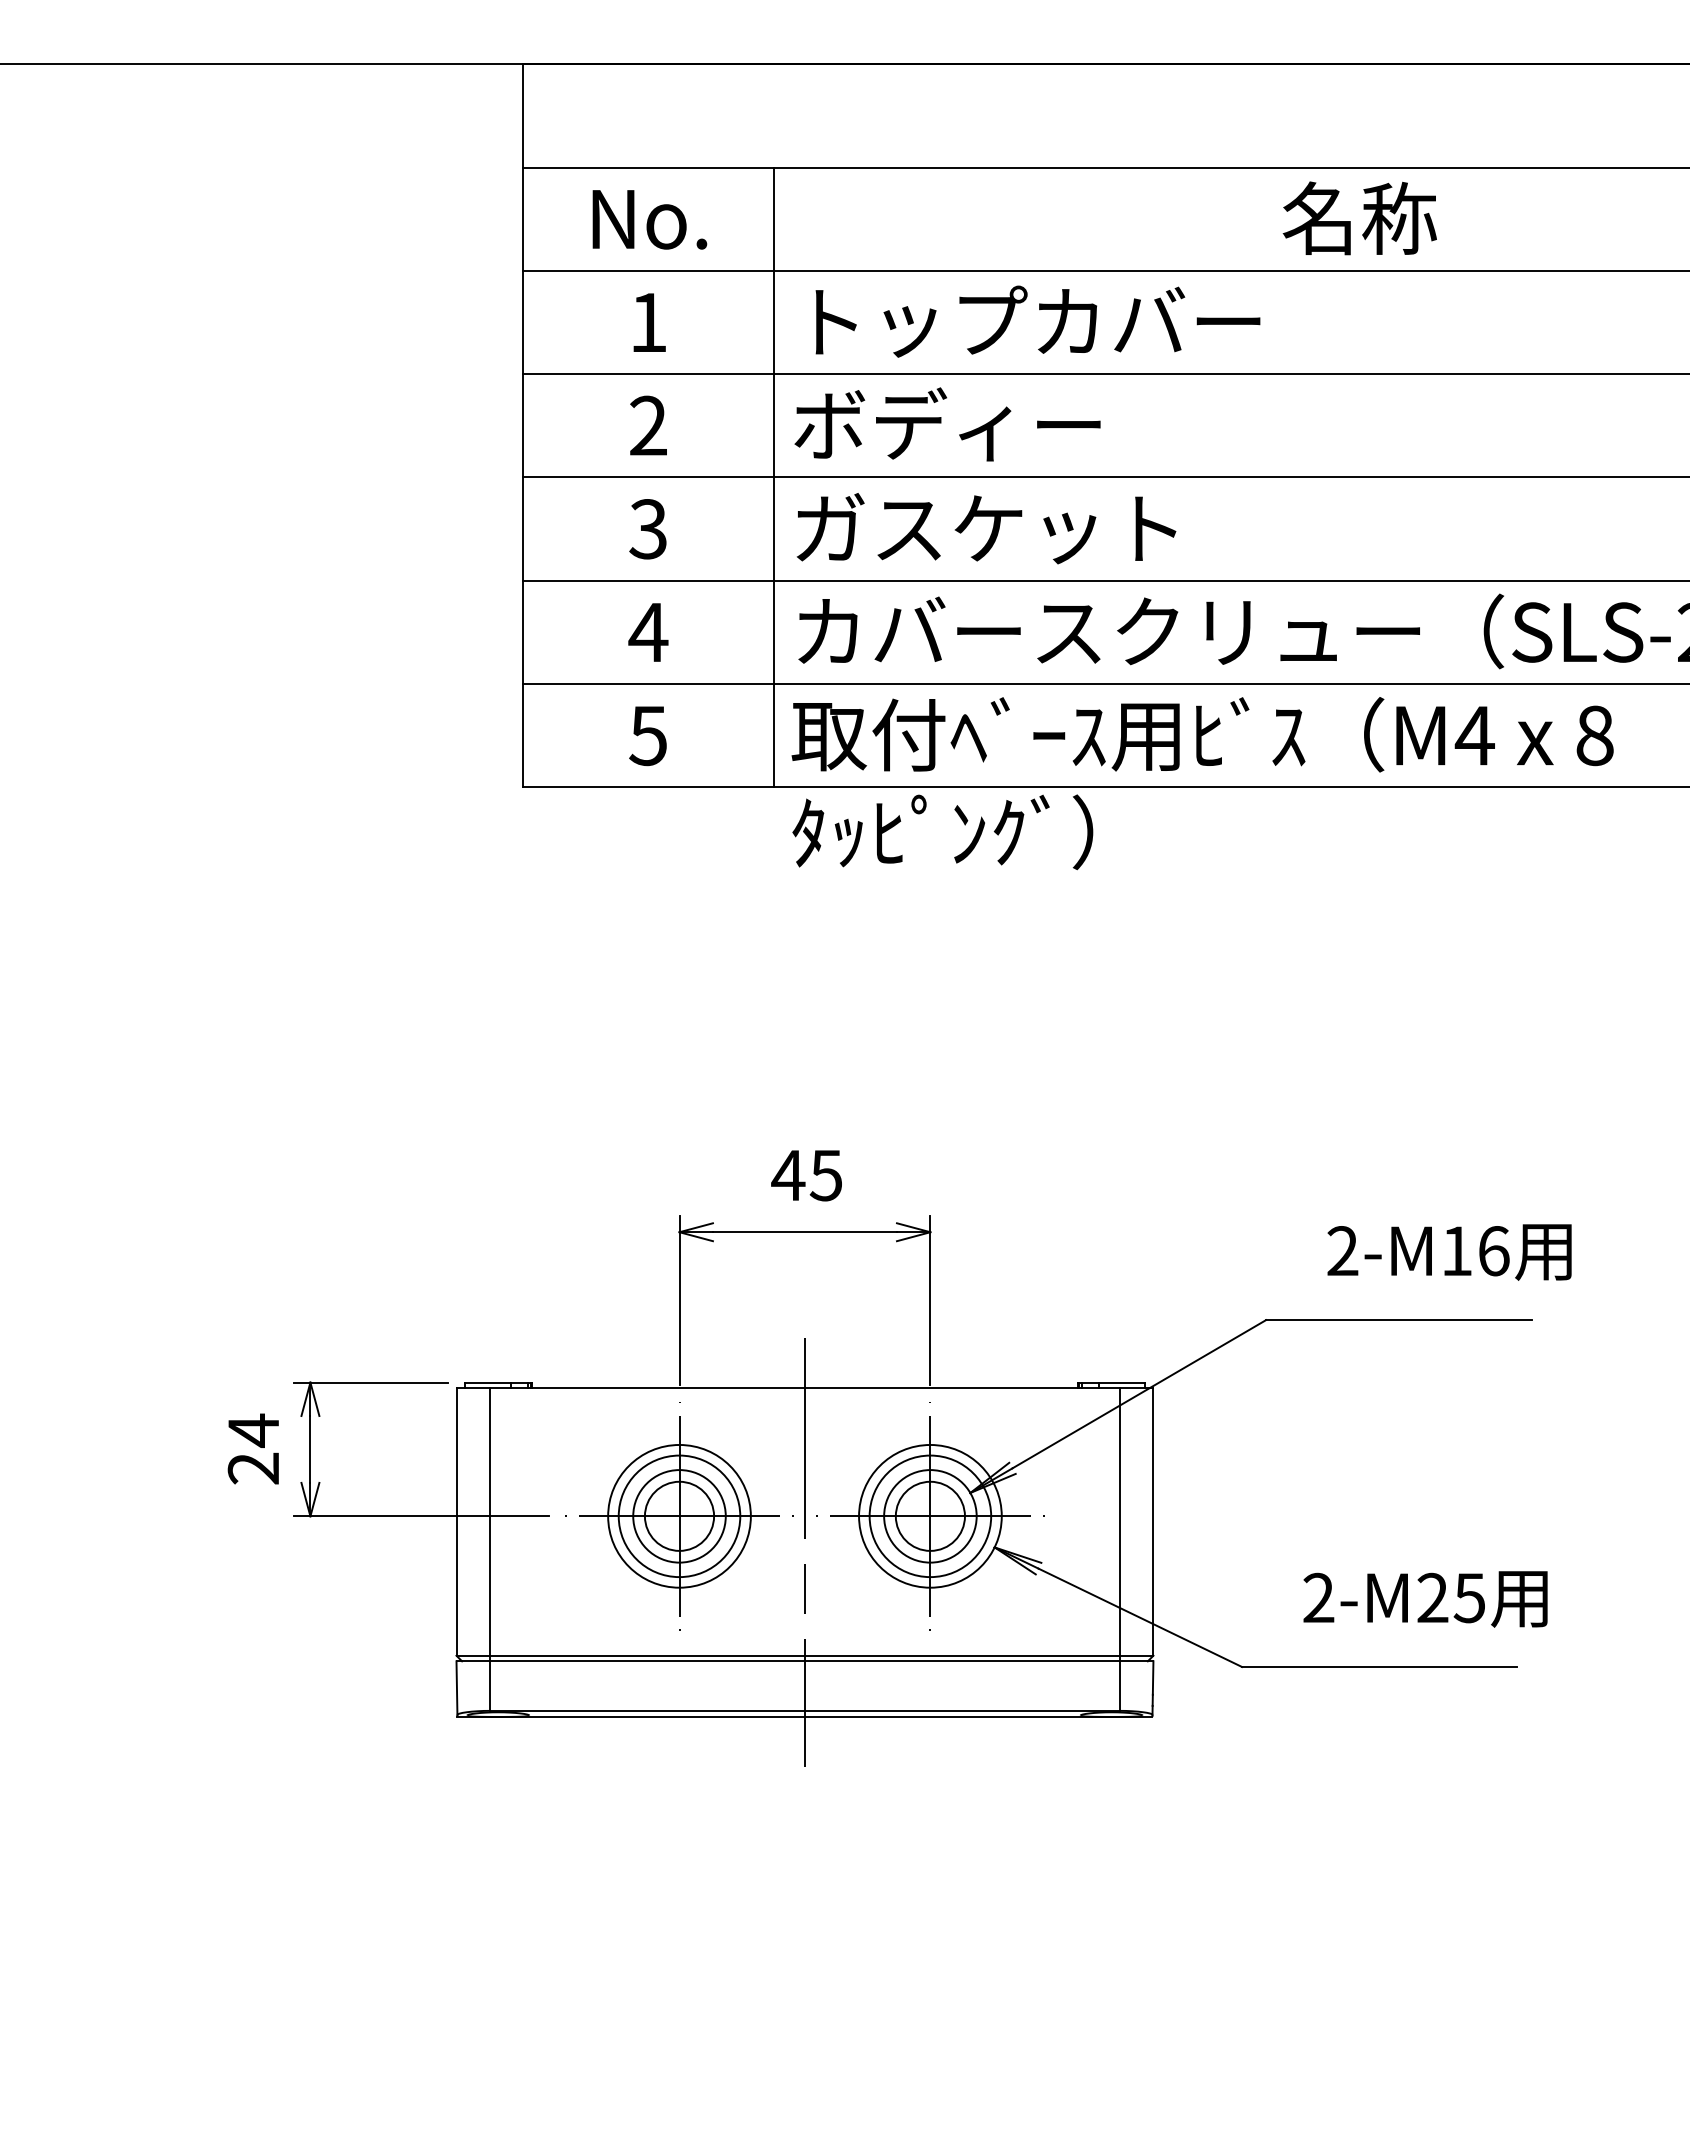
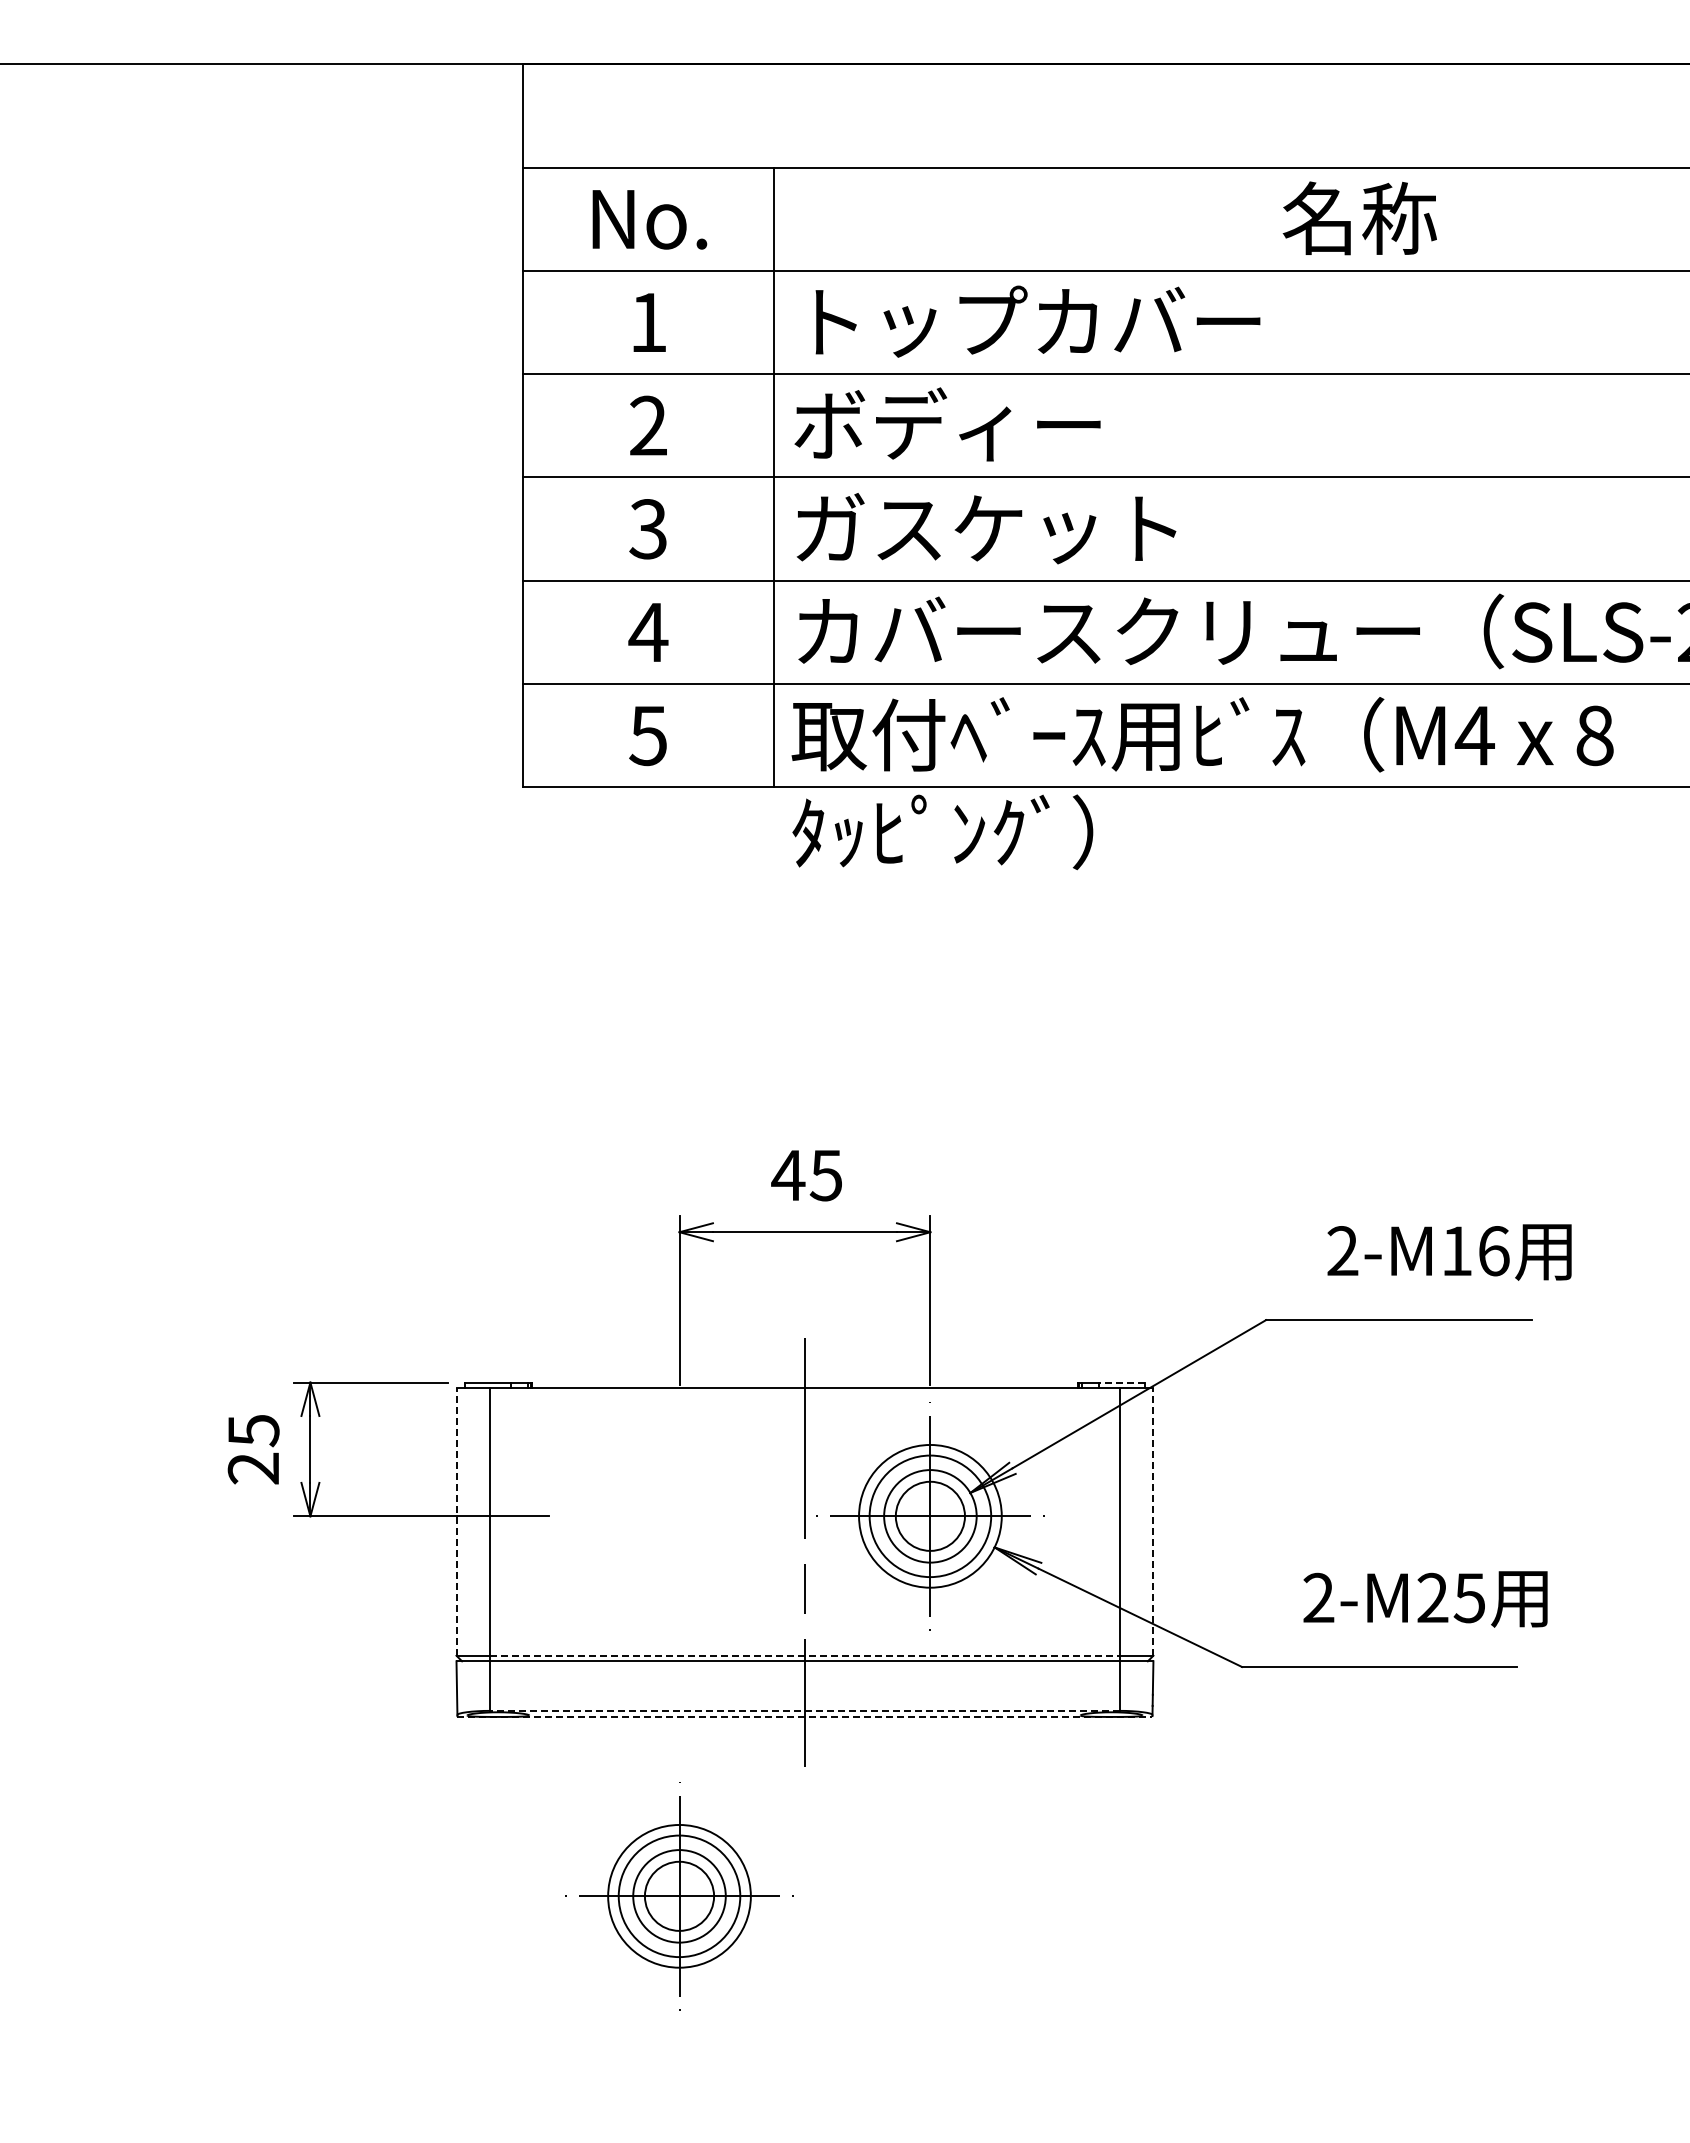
line at (1122, 1382): solid -> dashed
text at (253, 1430): 24 -> 25
part at (679, 1516) position: (679, 1516) -> (679, 1896)
line at (456, 1521): solid -> dashed
line at (1153, 1521): solid -> dashed
line at (805, 1655): solid -> dashed
line at (804, 1710): solid -> dashed
line at (805, 1717): solid -> dashed
